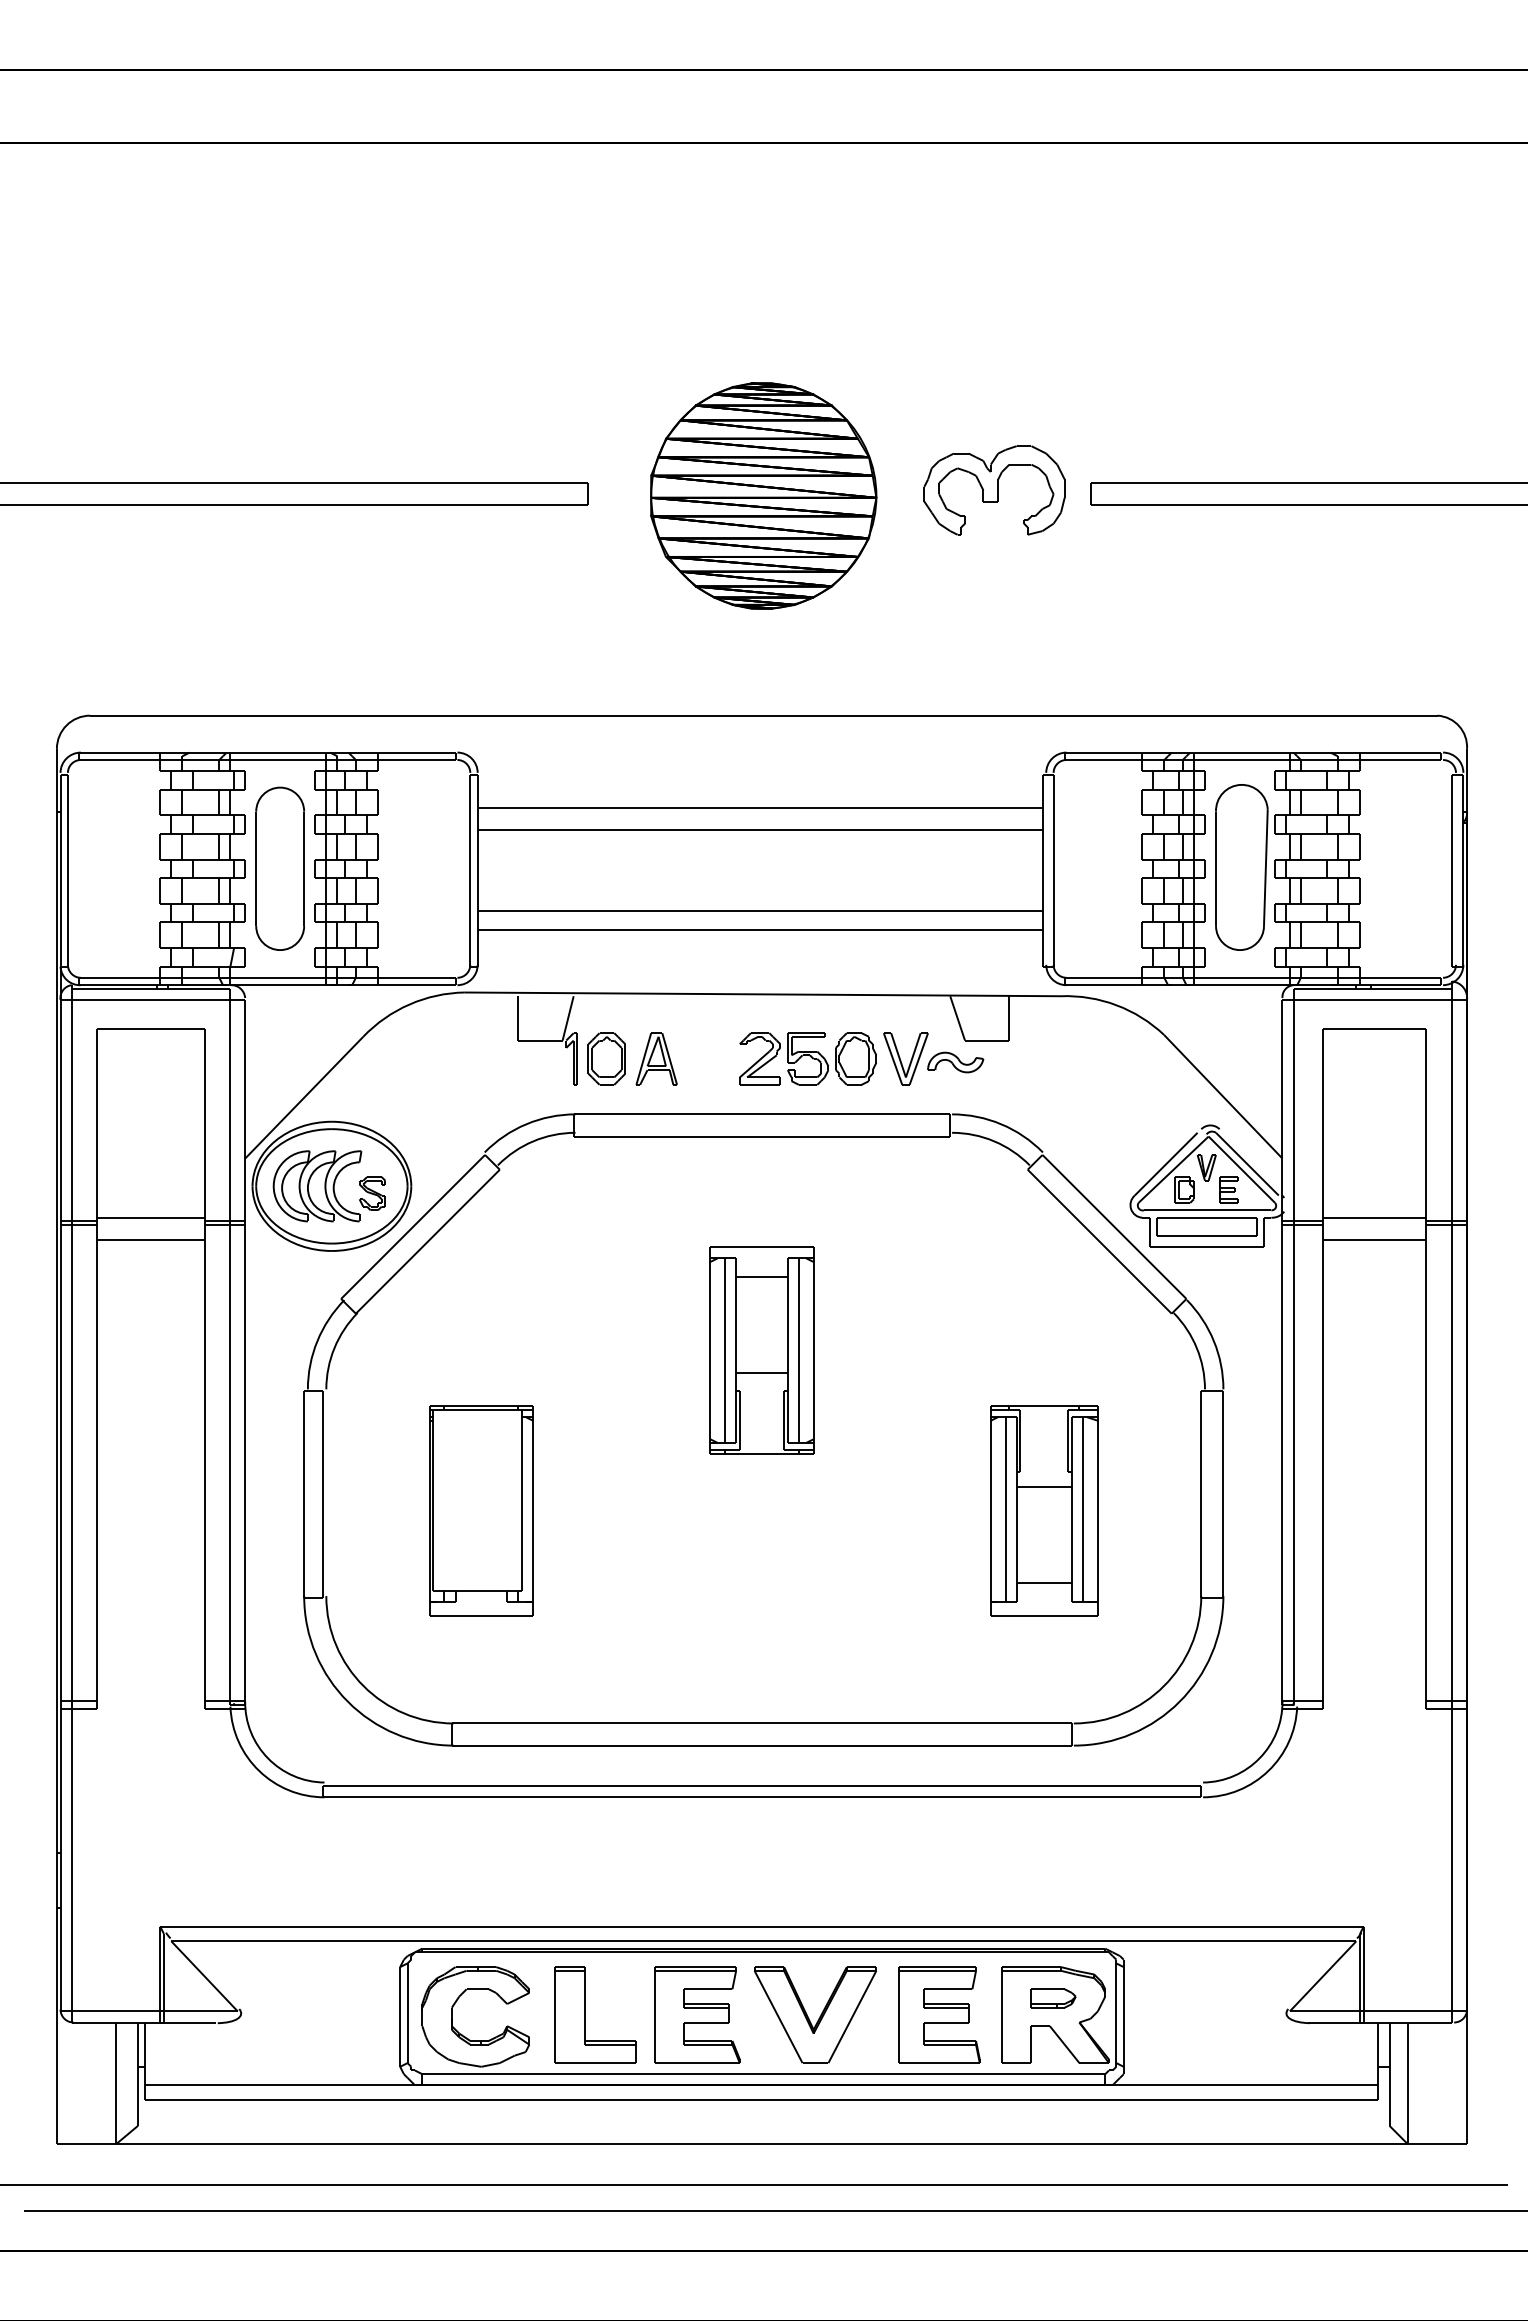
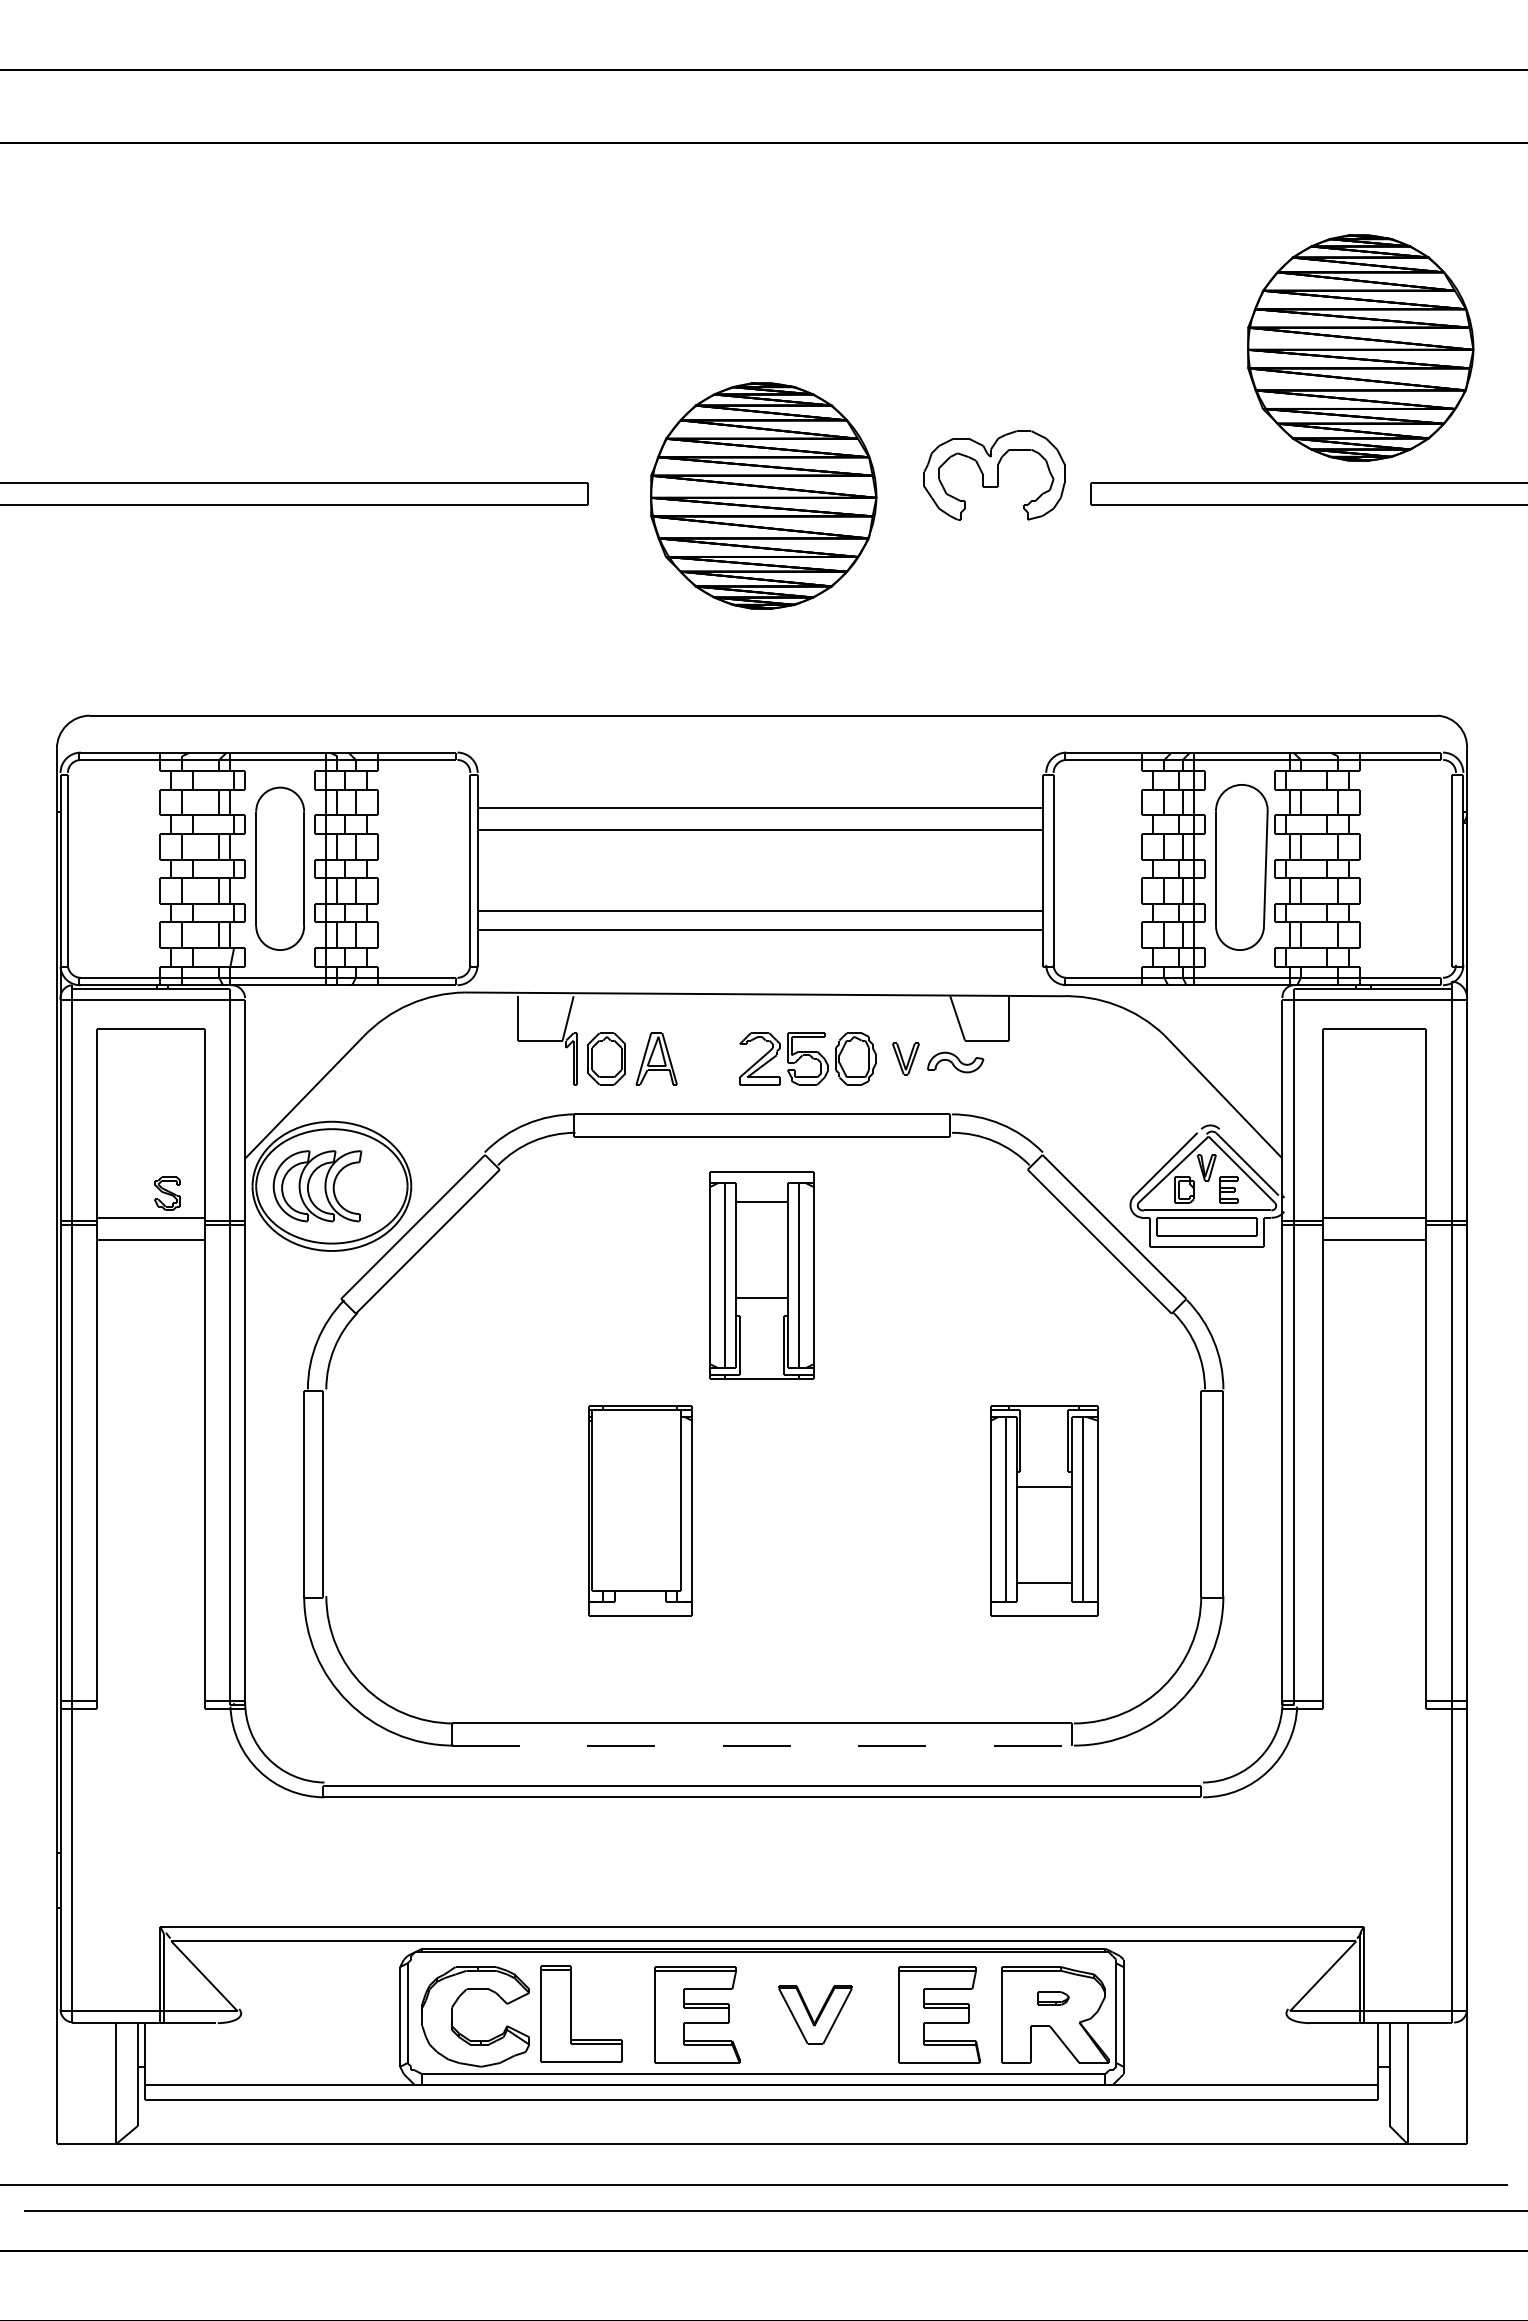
part at (1360, 347): none -> present
part at (994, 490) position: (994, 490) -> (994, 475)
part at (905, 1058) size: 46x54 px -> 28x34 px
part at (372, 1193) position: (372, 1193) -> (167, 1193)
part at (761, 1350) position: (761, 1350) -> (761, 1275)
part at (481, 1510) position: (481, 1510) -> (640, 1510)
line at (762, 1745): solid -> dashed
part at (1053, 1998) size: 47x21 px -> 33x15 px
part at (585, 2014) position: (585, 2014) -> (571, 2013)
part at (815, 2014) size: 123x98 px -> 75x60 px
